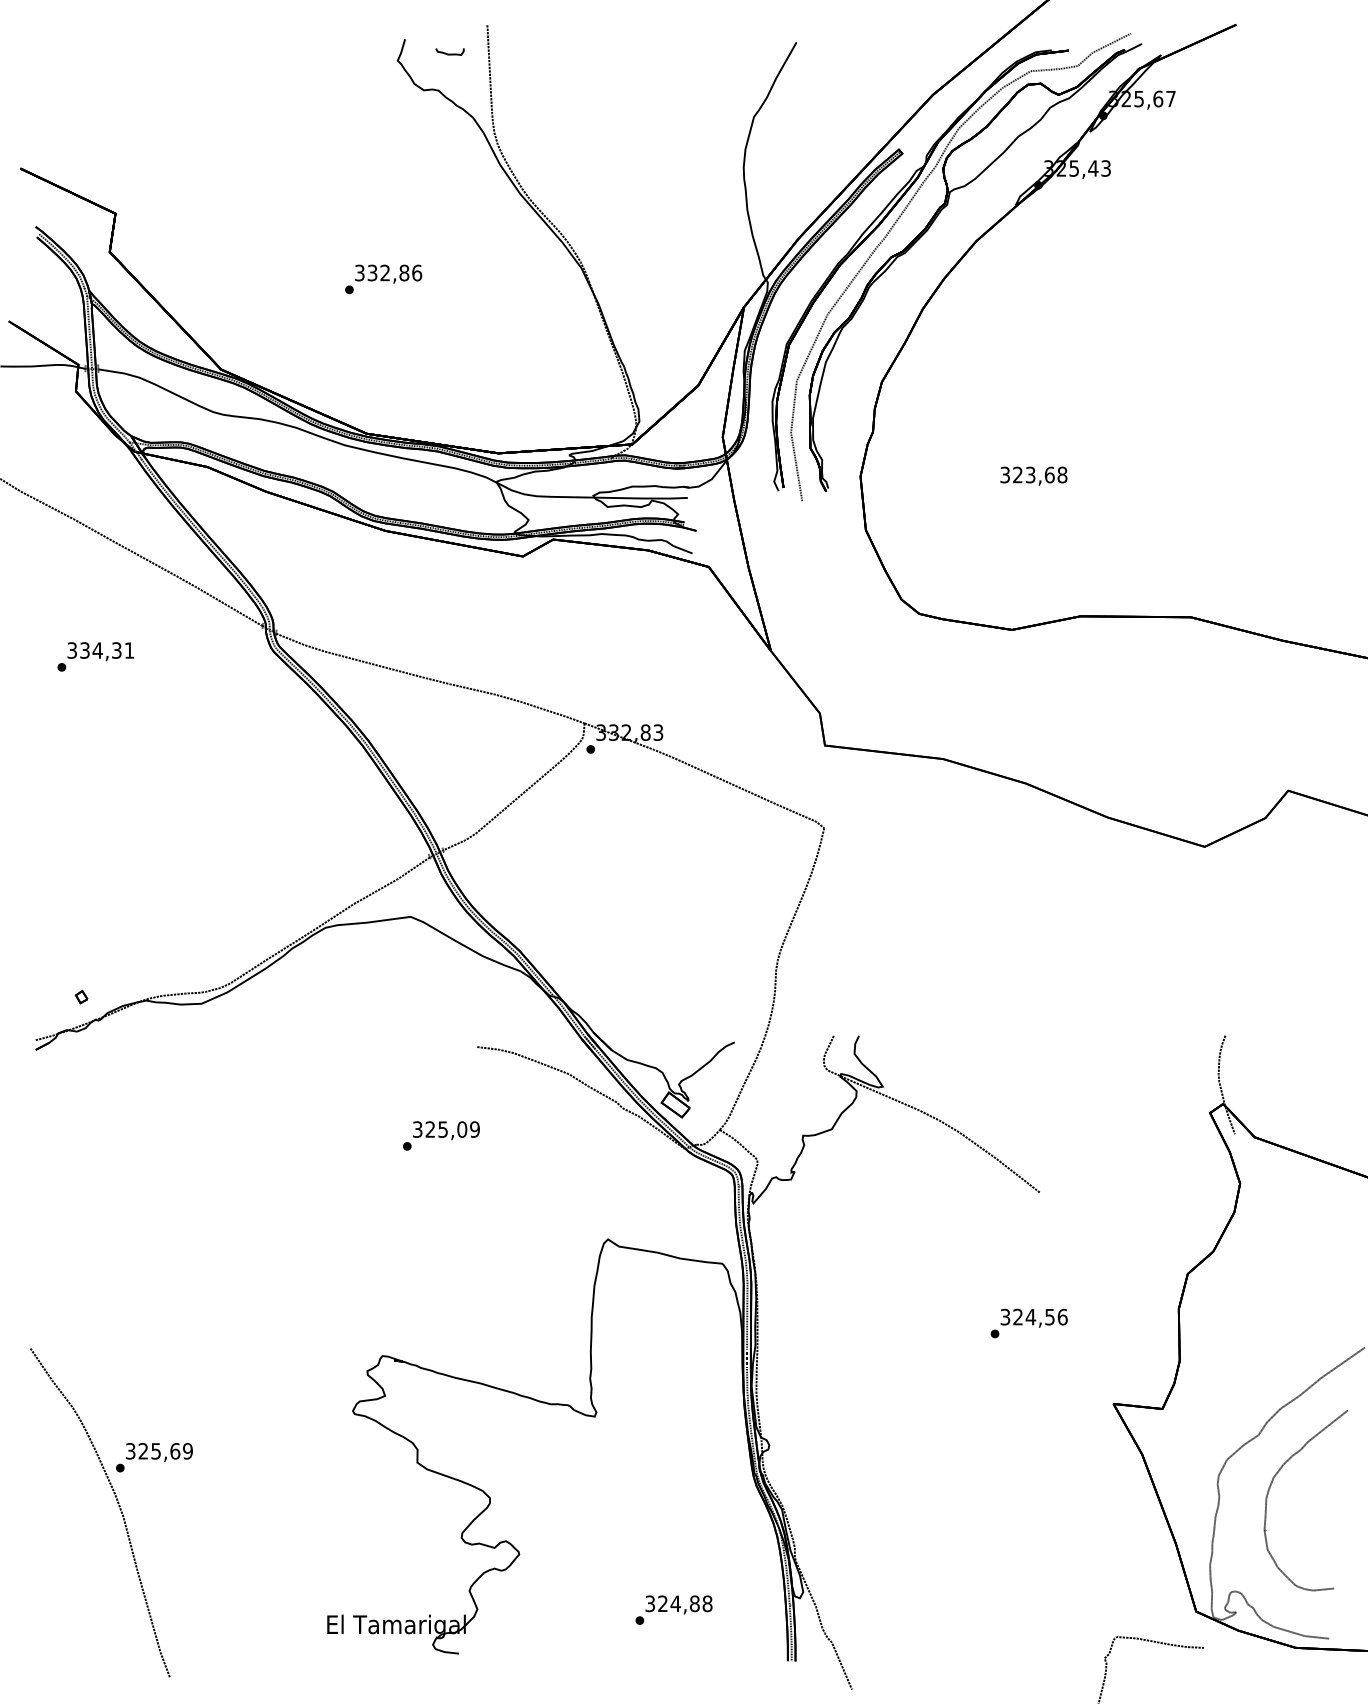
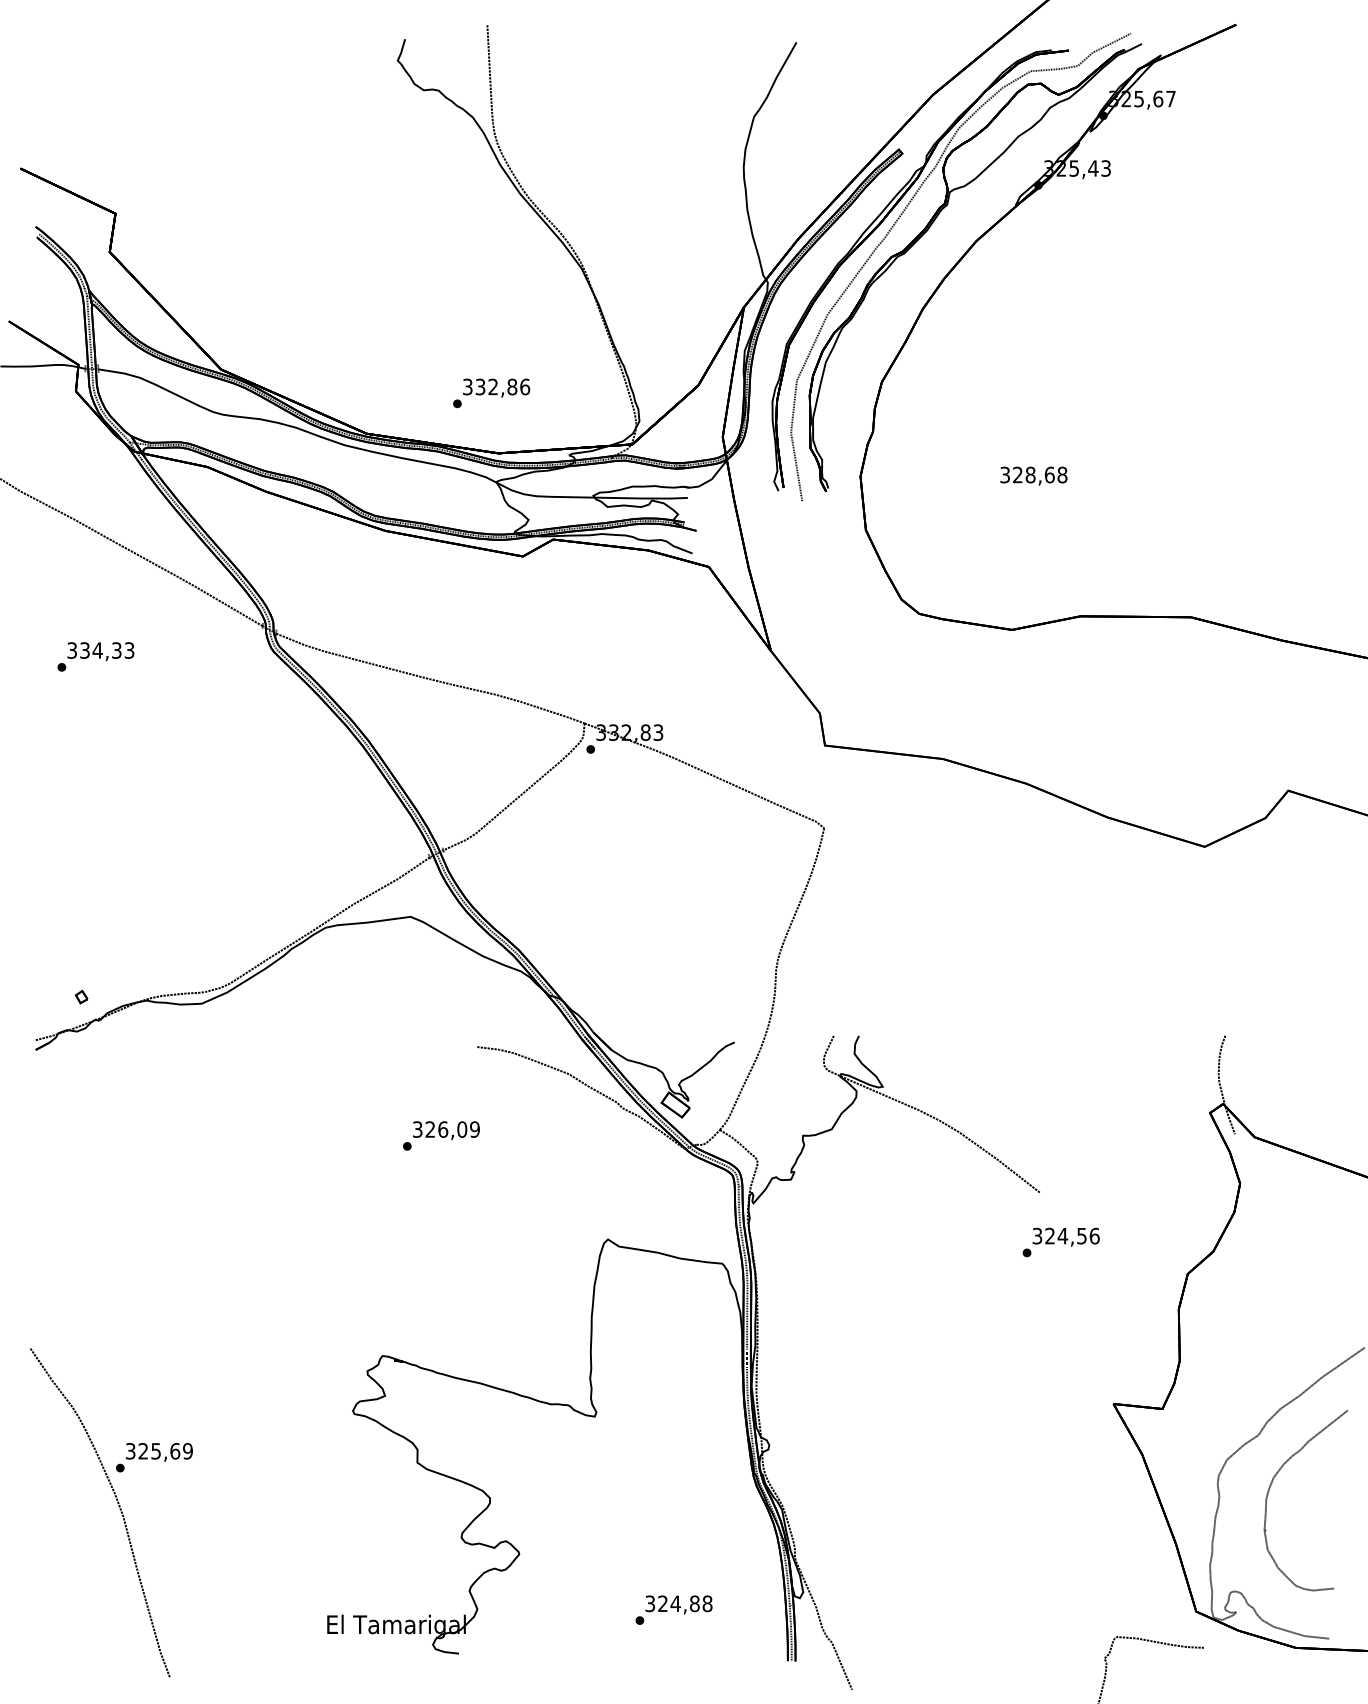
curve at (449, 53): present -> none
text at (383, 279) position: (383, 279) -> (491, 393)
text at (1030, 474): 323,68 -> 328,68
text at (129, 650): 334,31 -> 334,33
text at (443, 1129): 325,09 -> 326,09
text at (1028, 1323) position: (1028, 1323) -> (1060, 1242)
